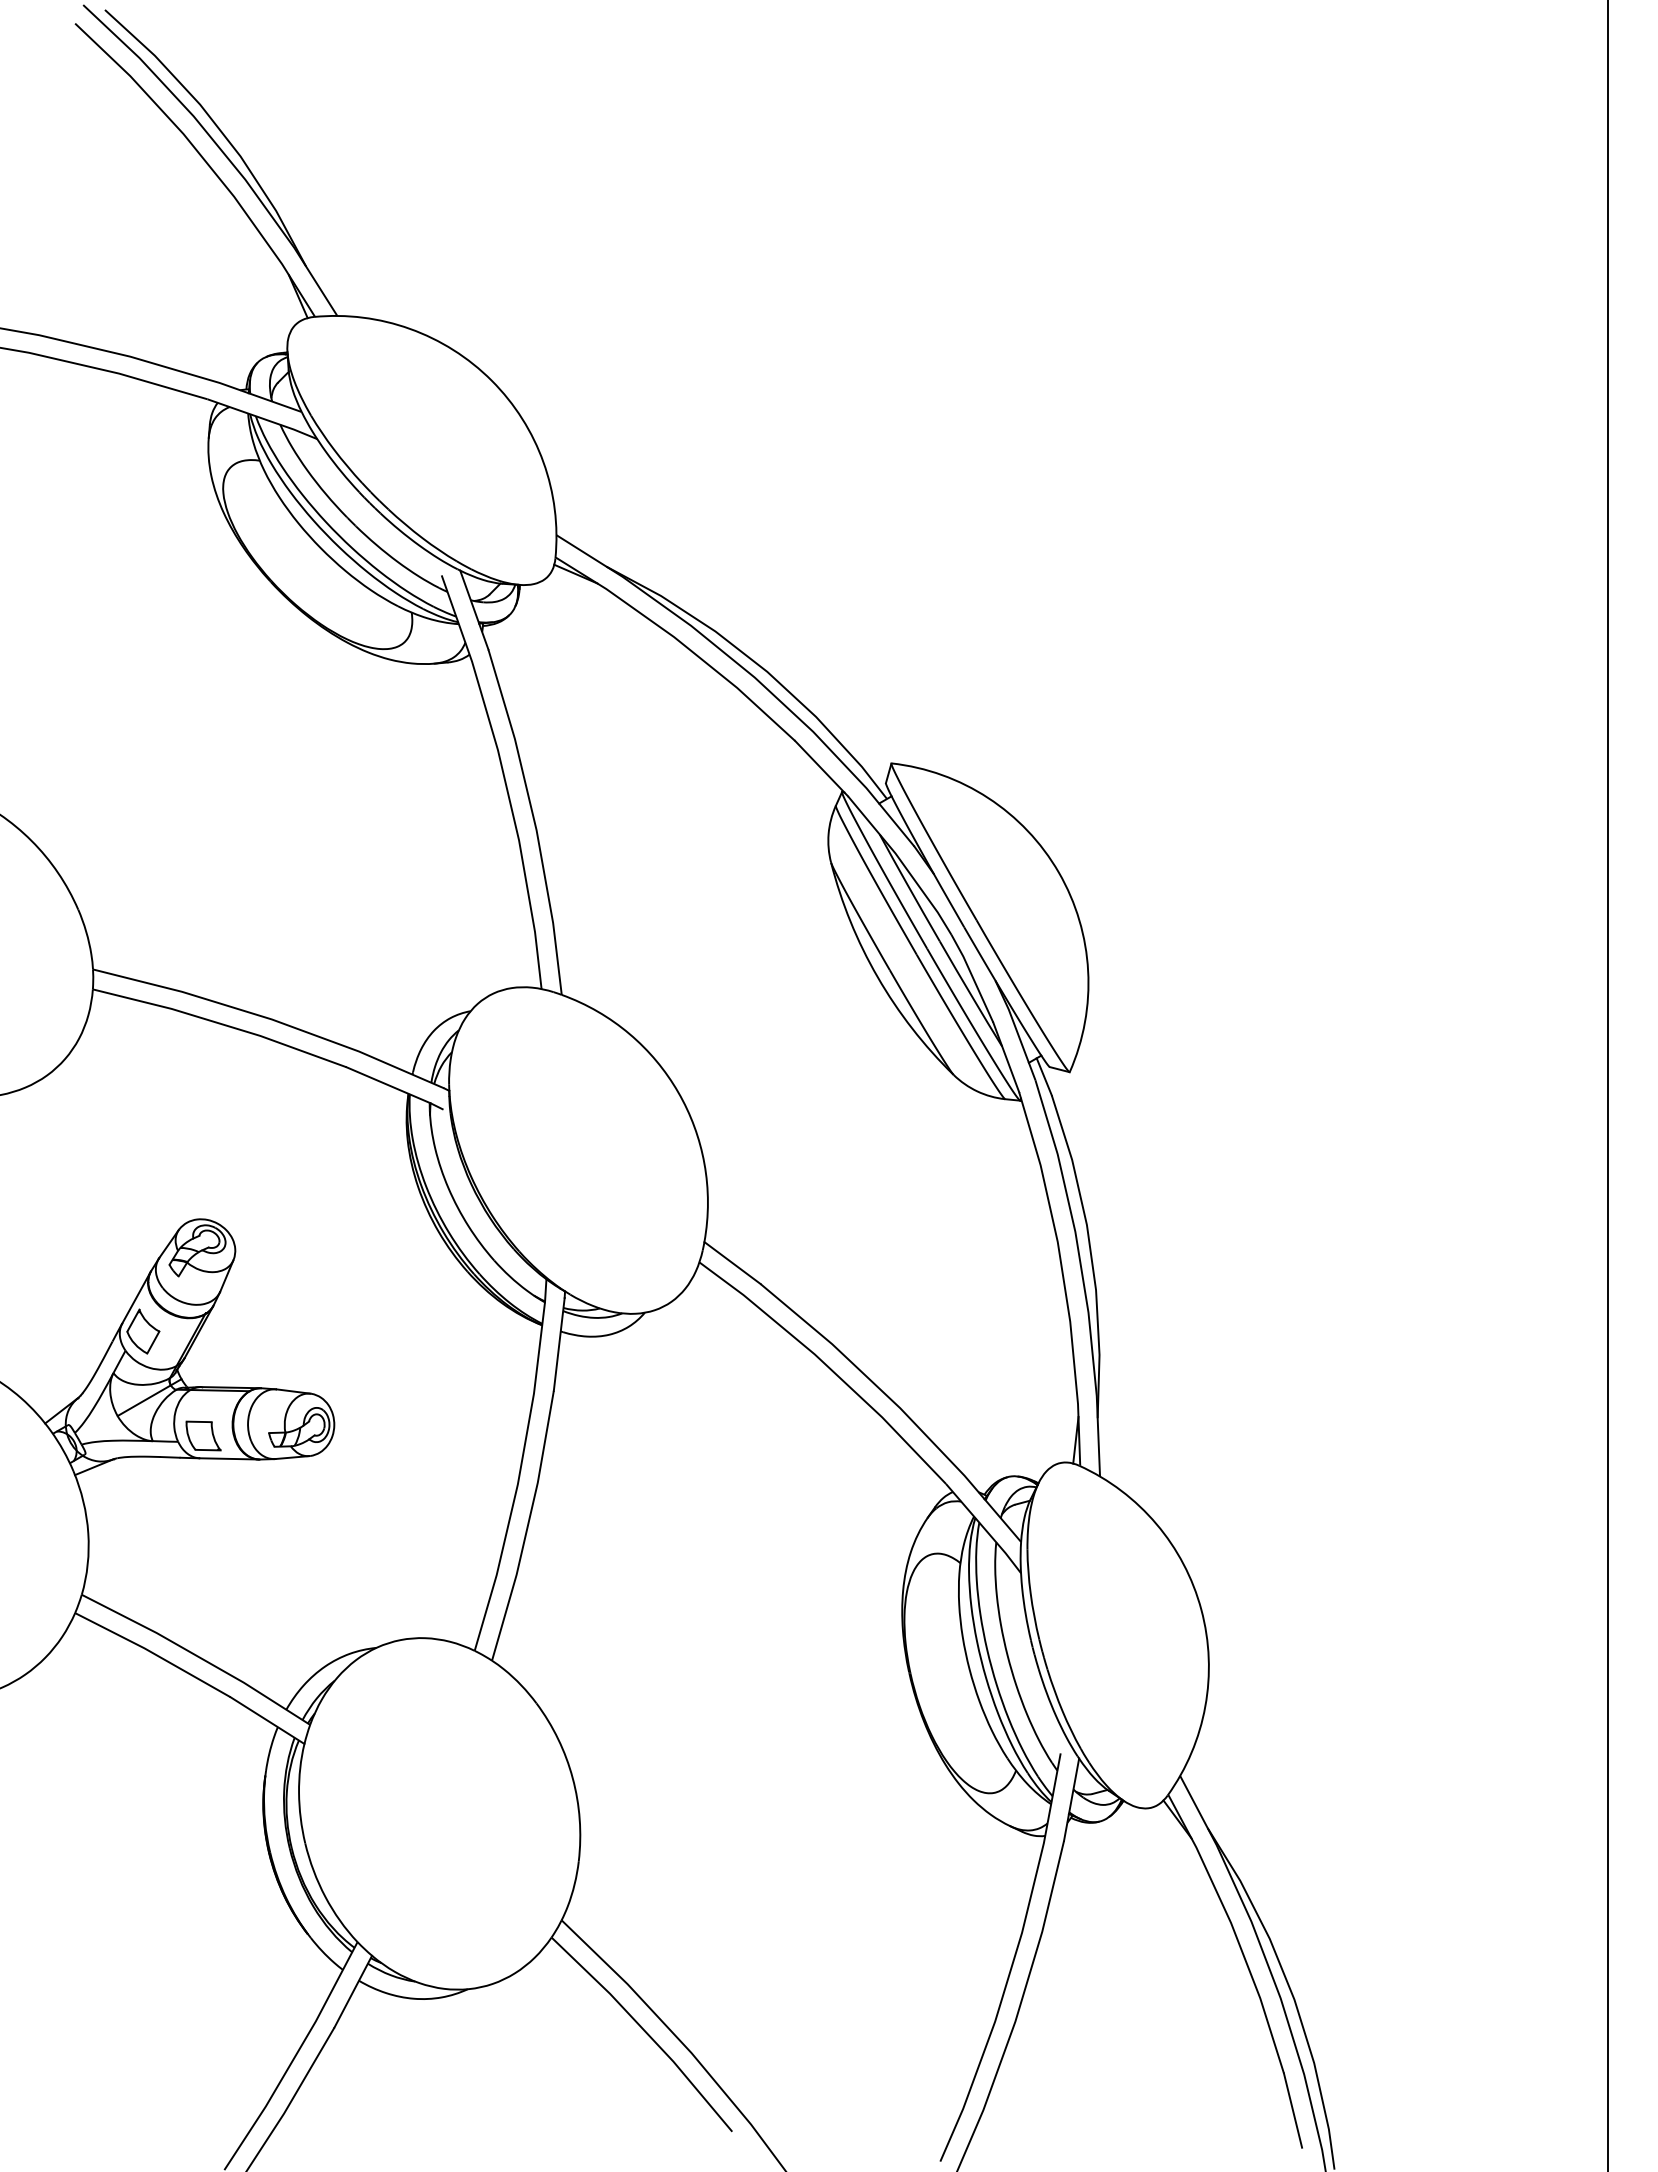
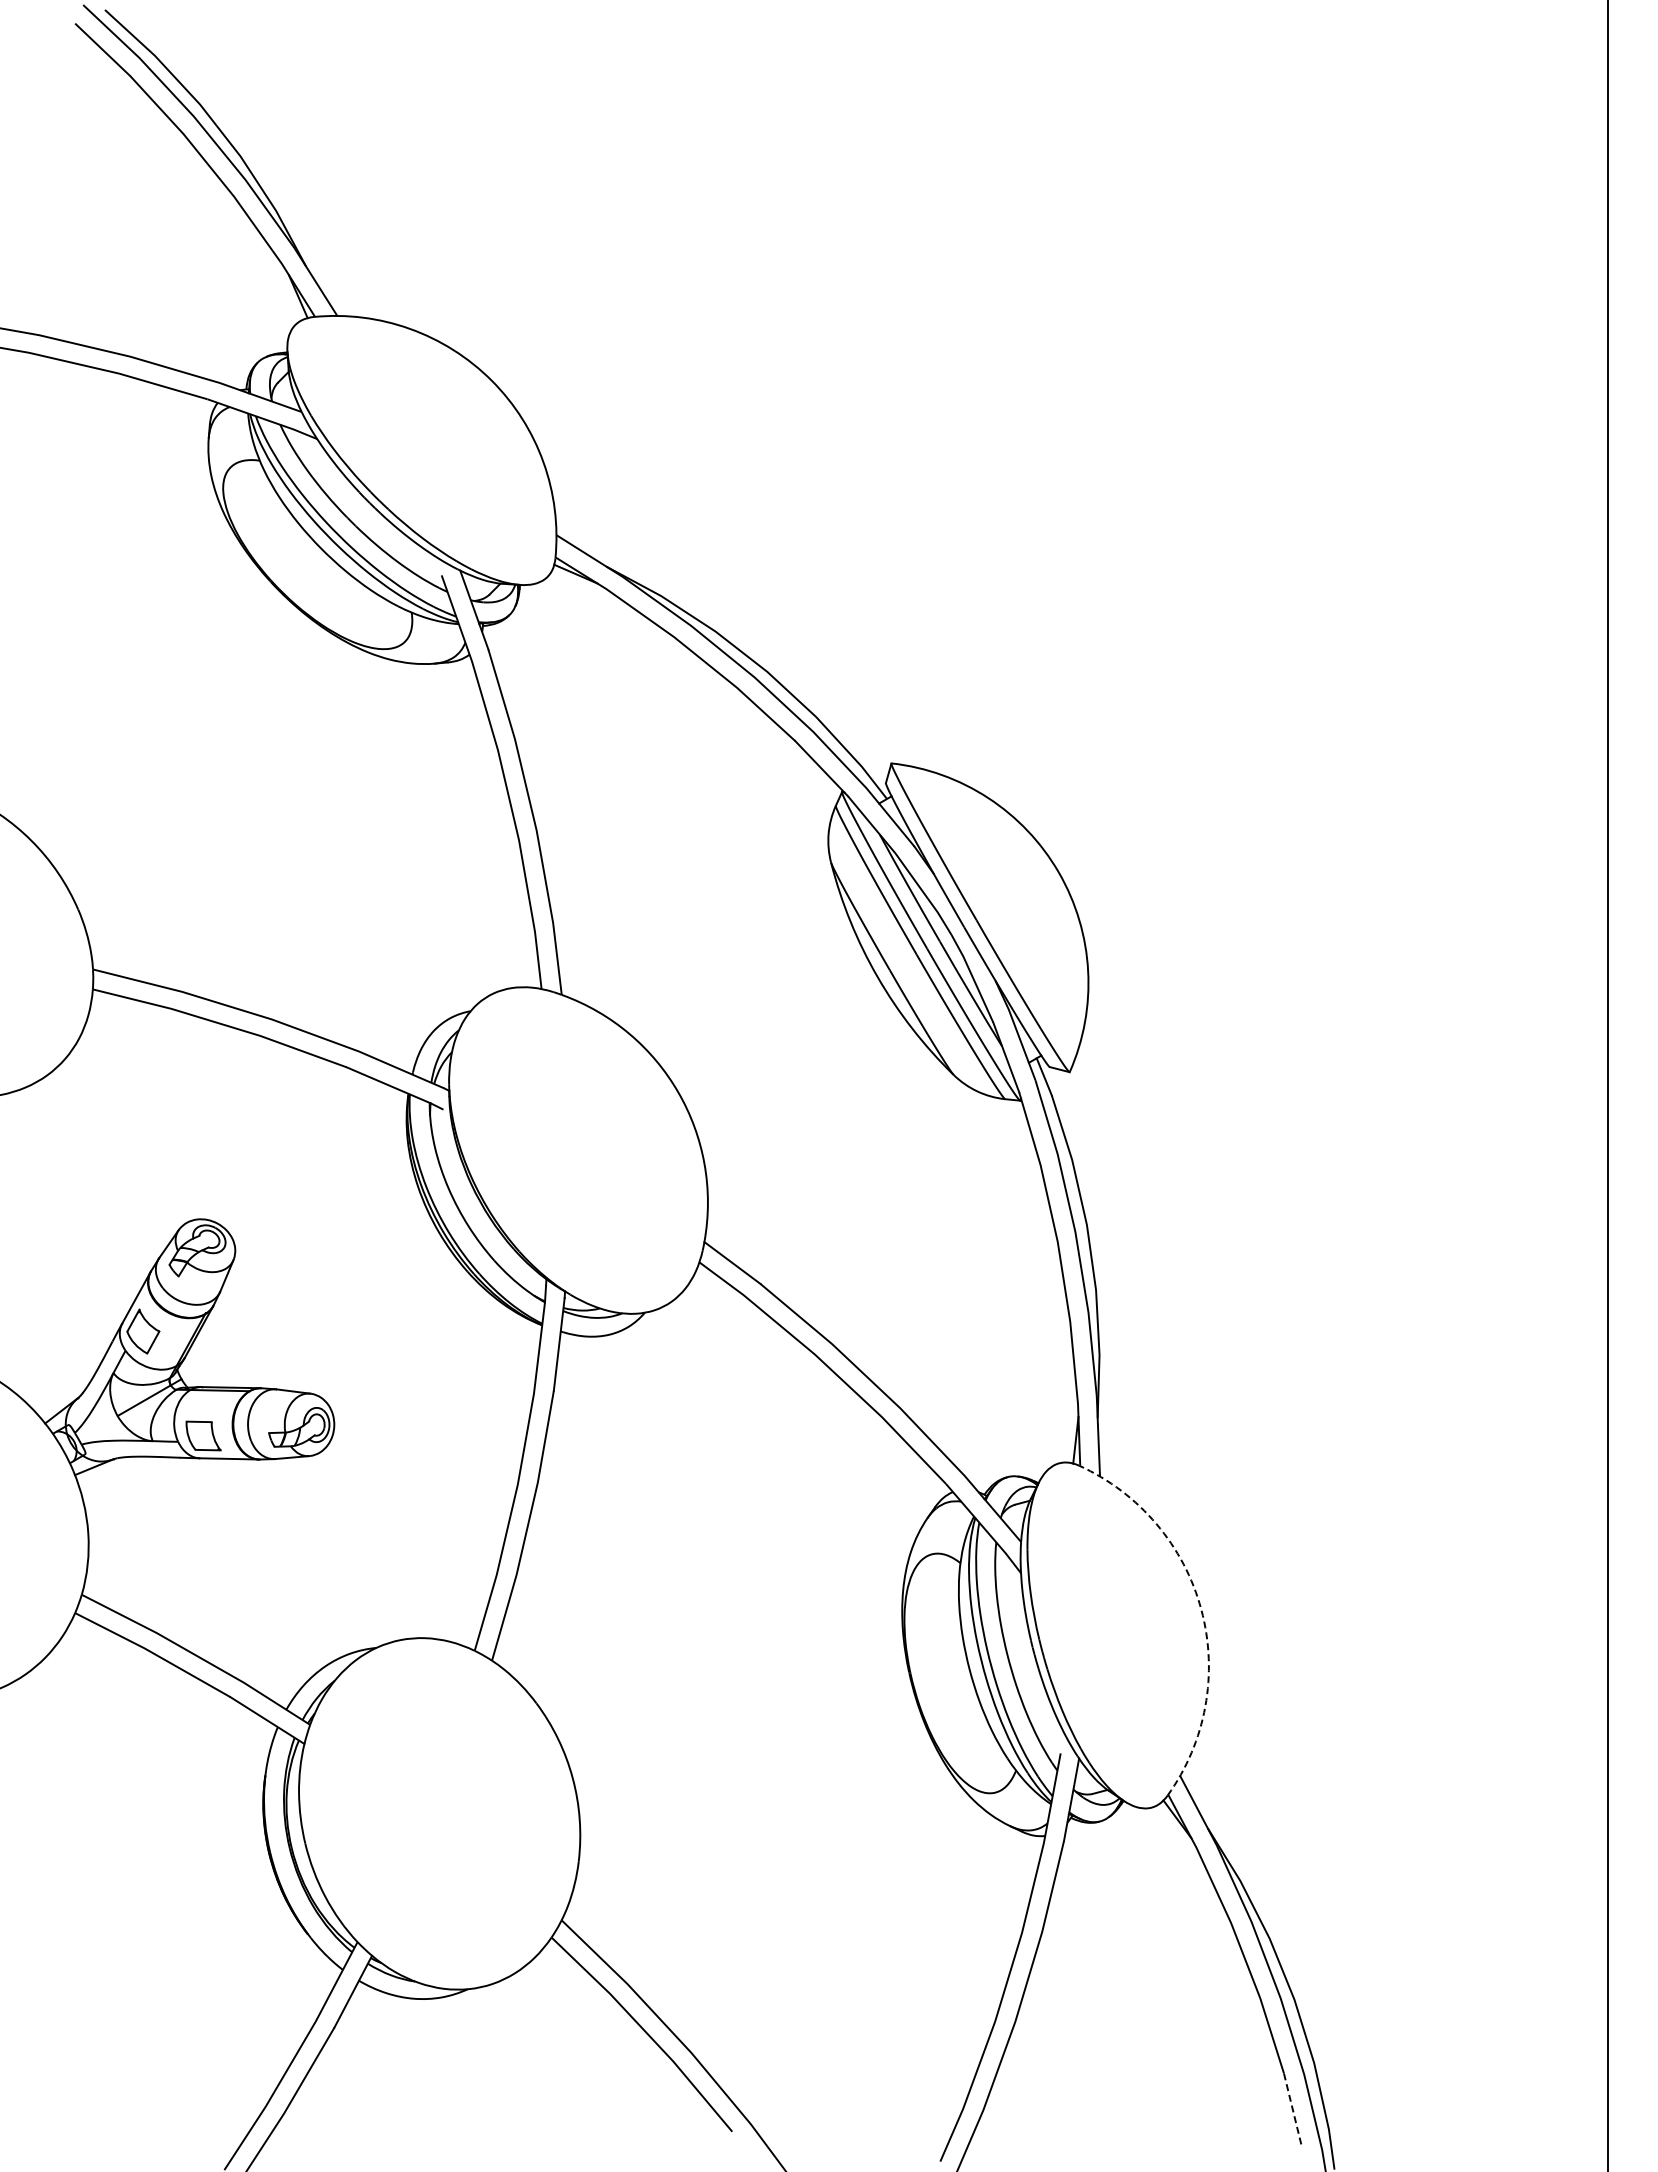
arc at (1201, 1609): solid -> dashed
line at (1293, 2111): solid -> dashed
